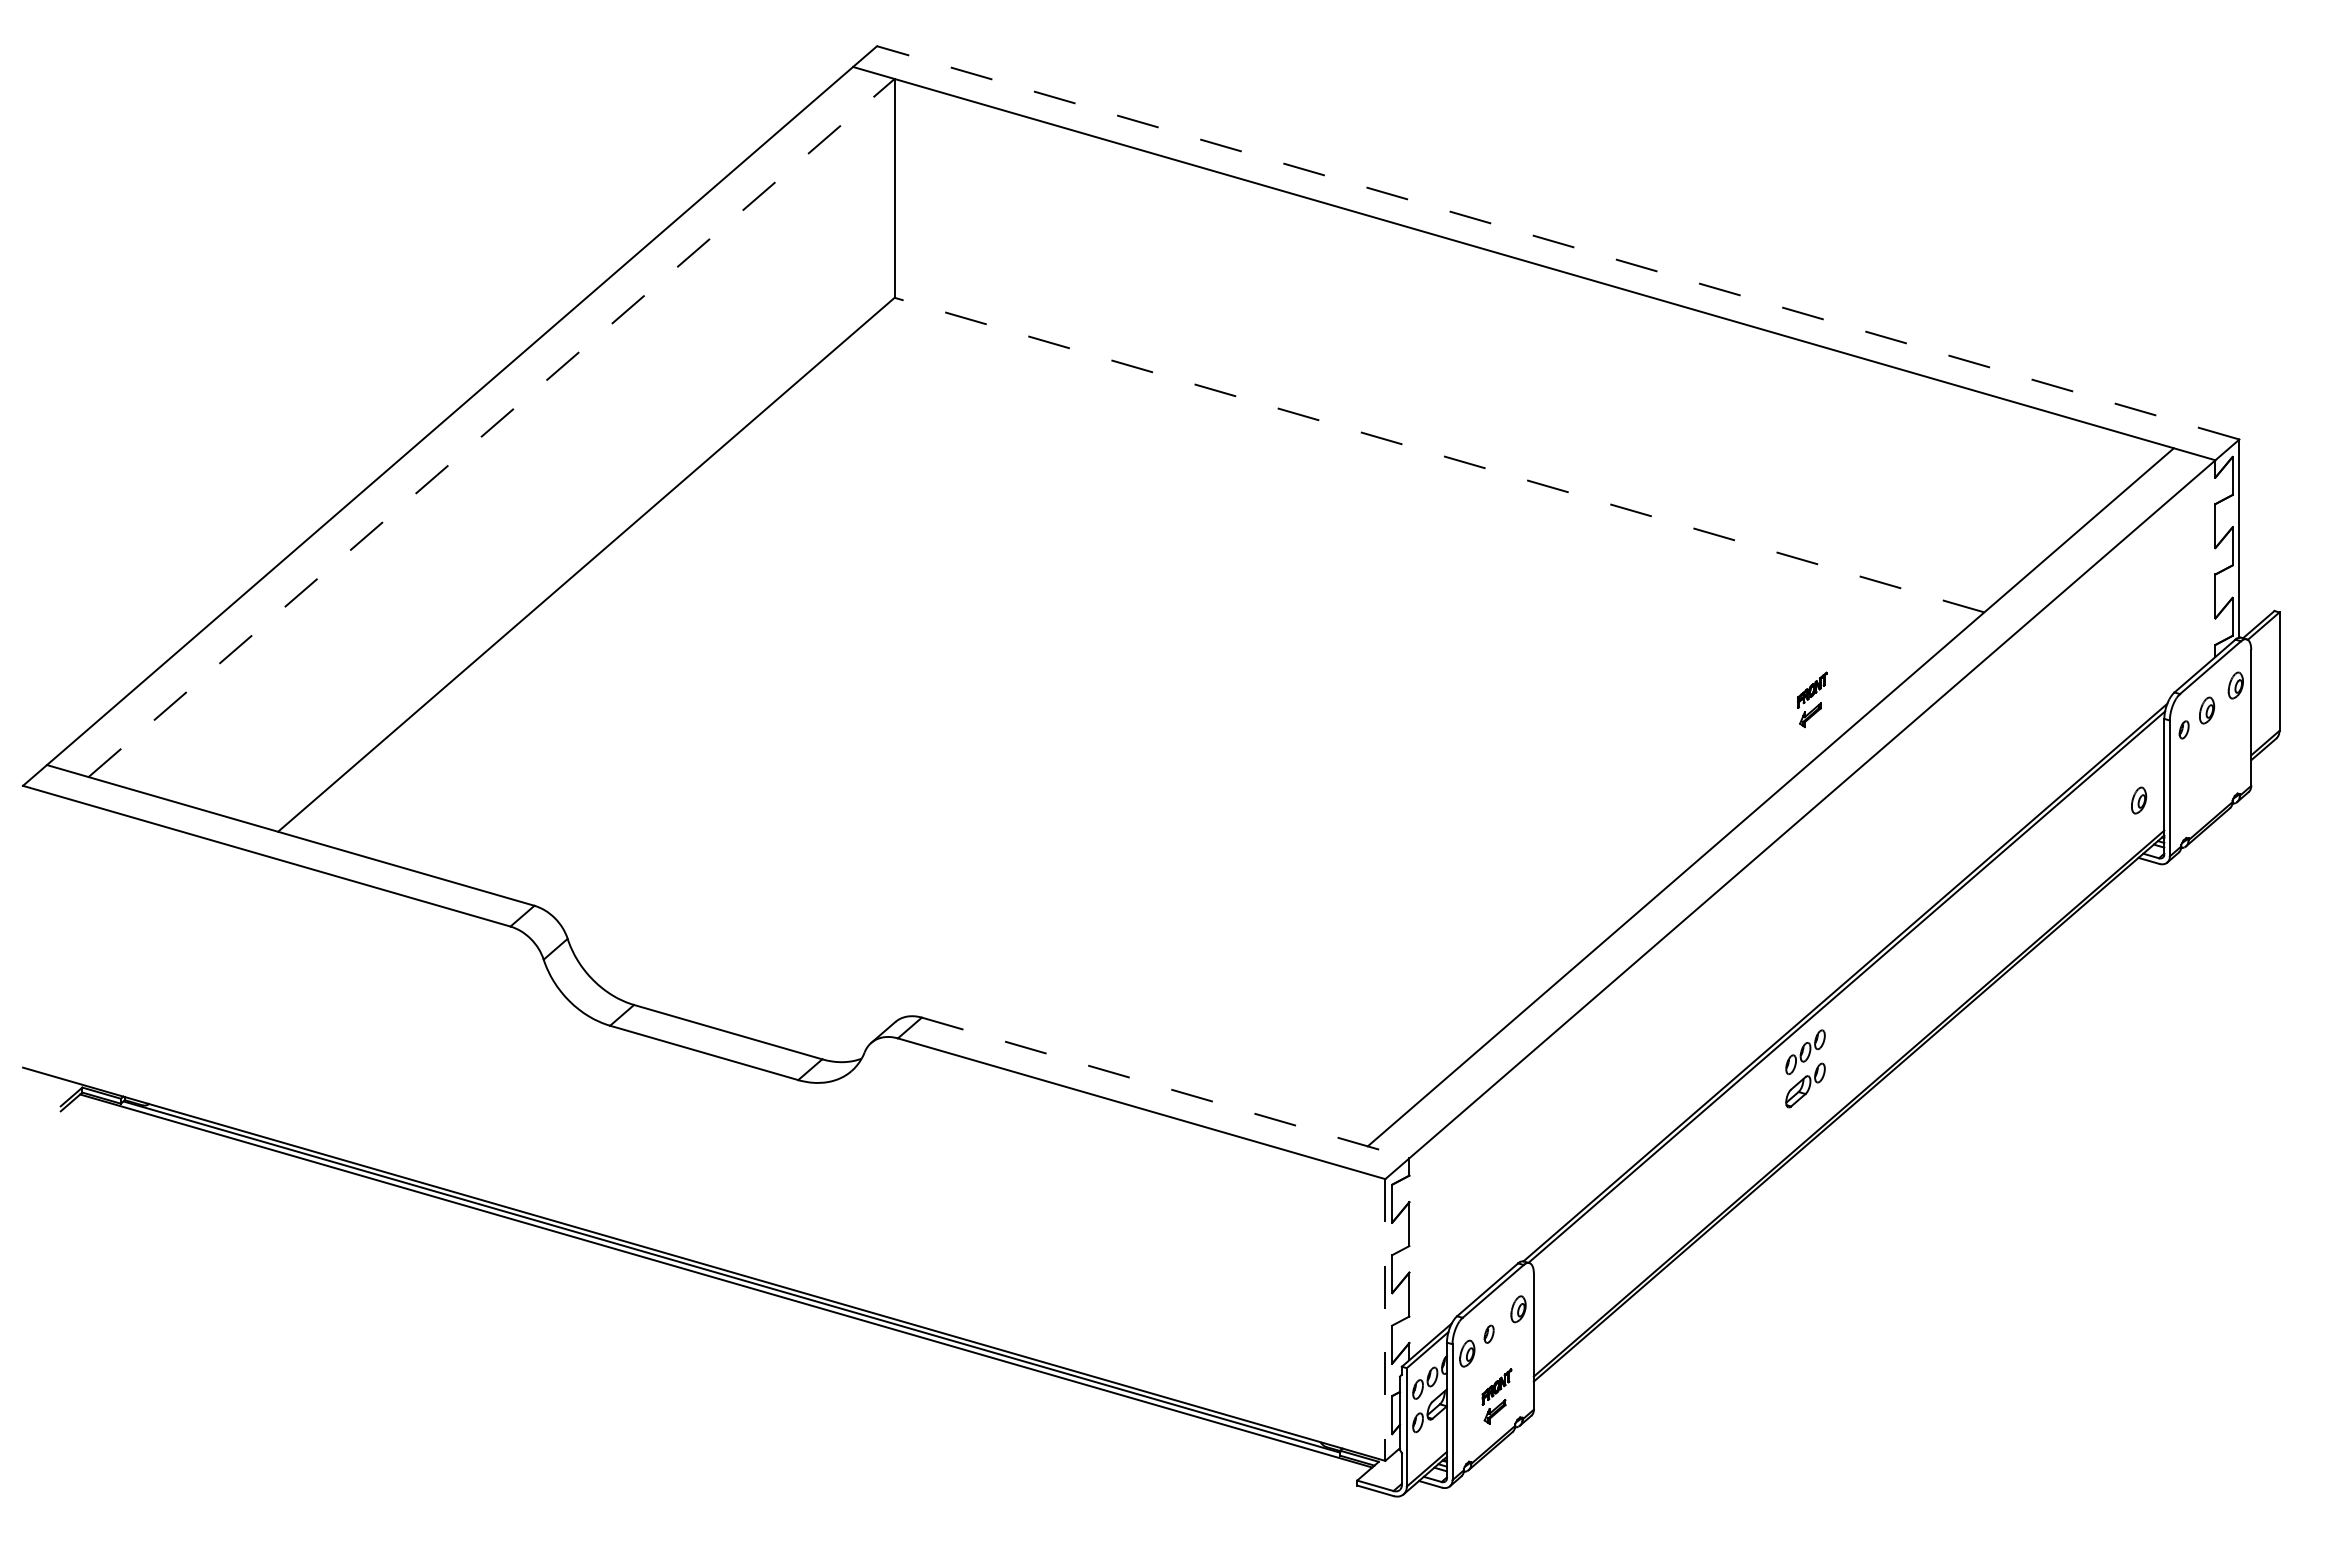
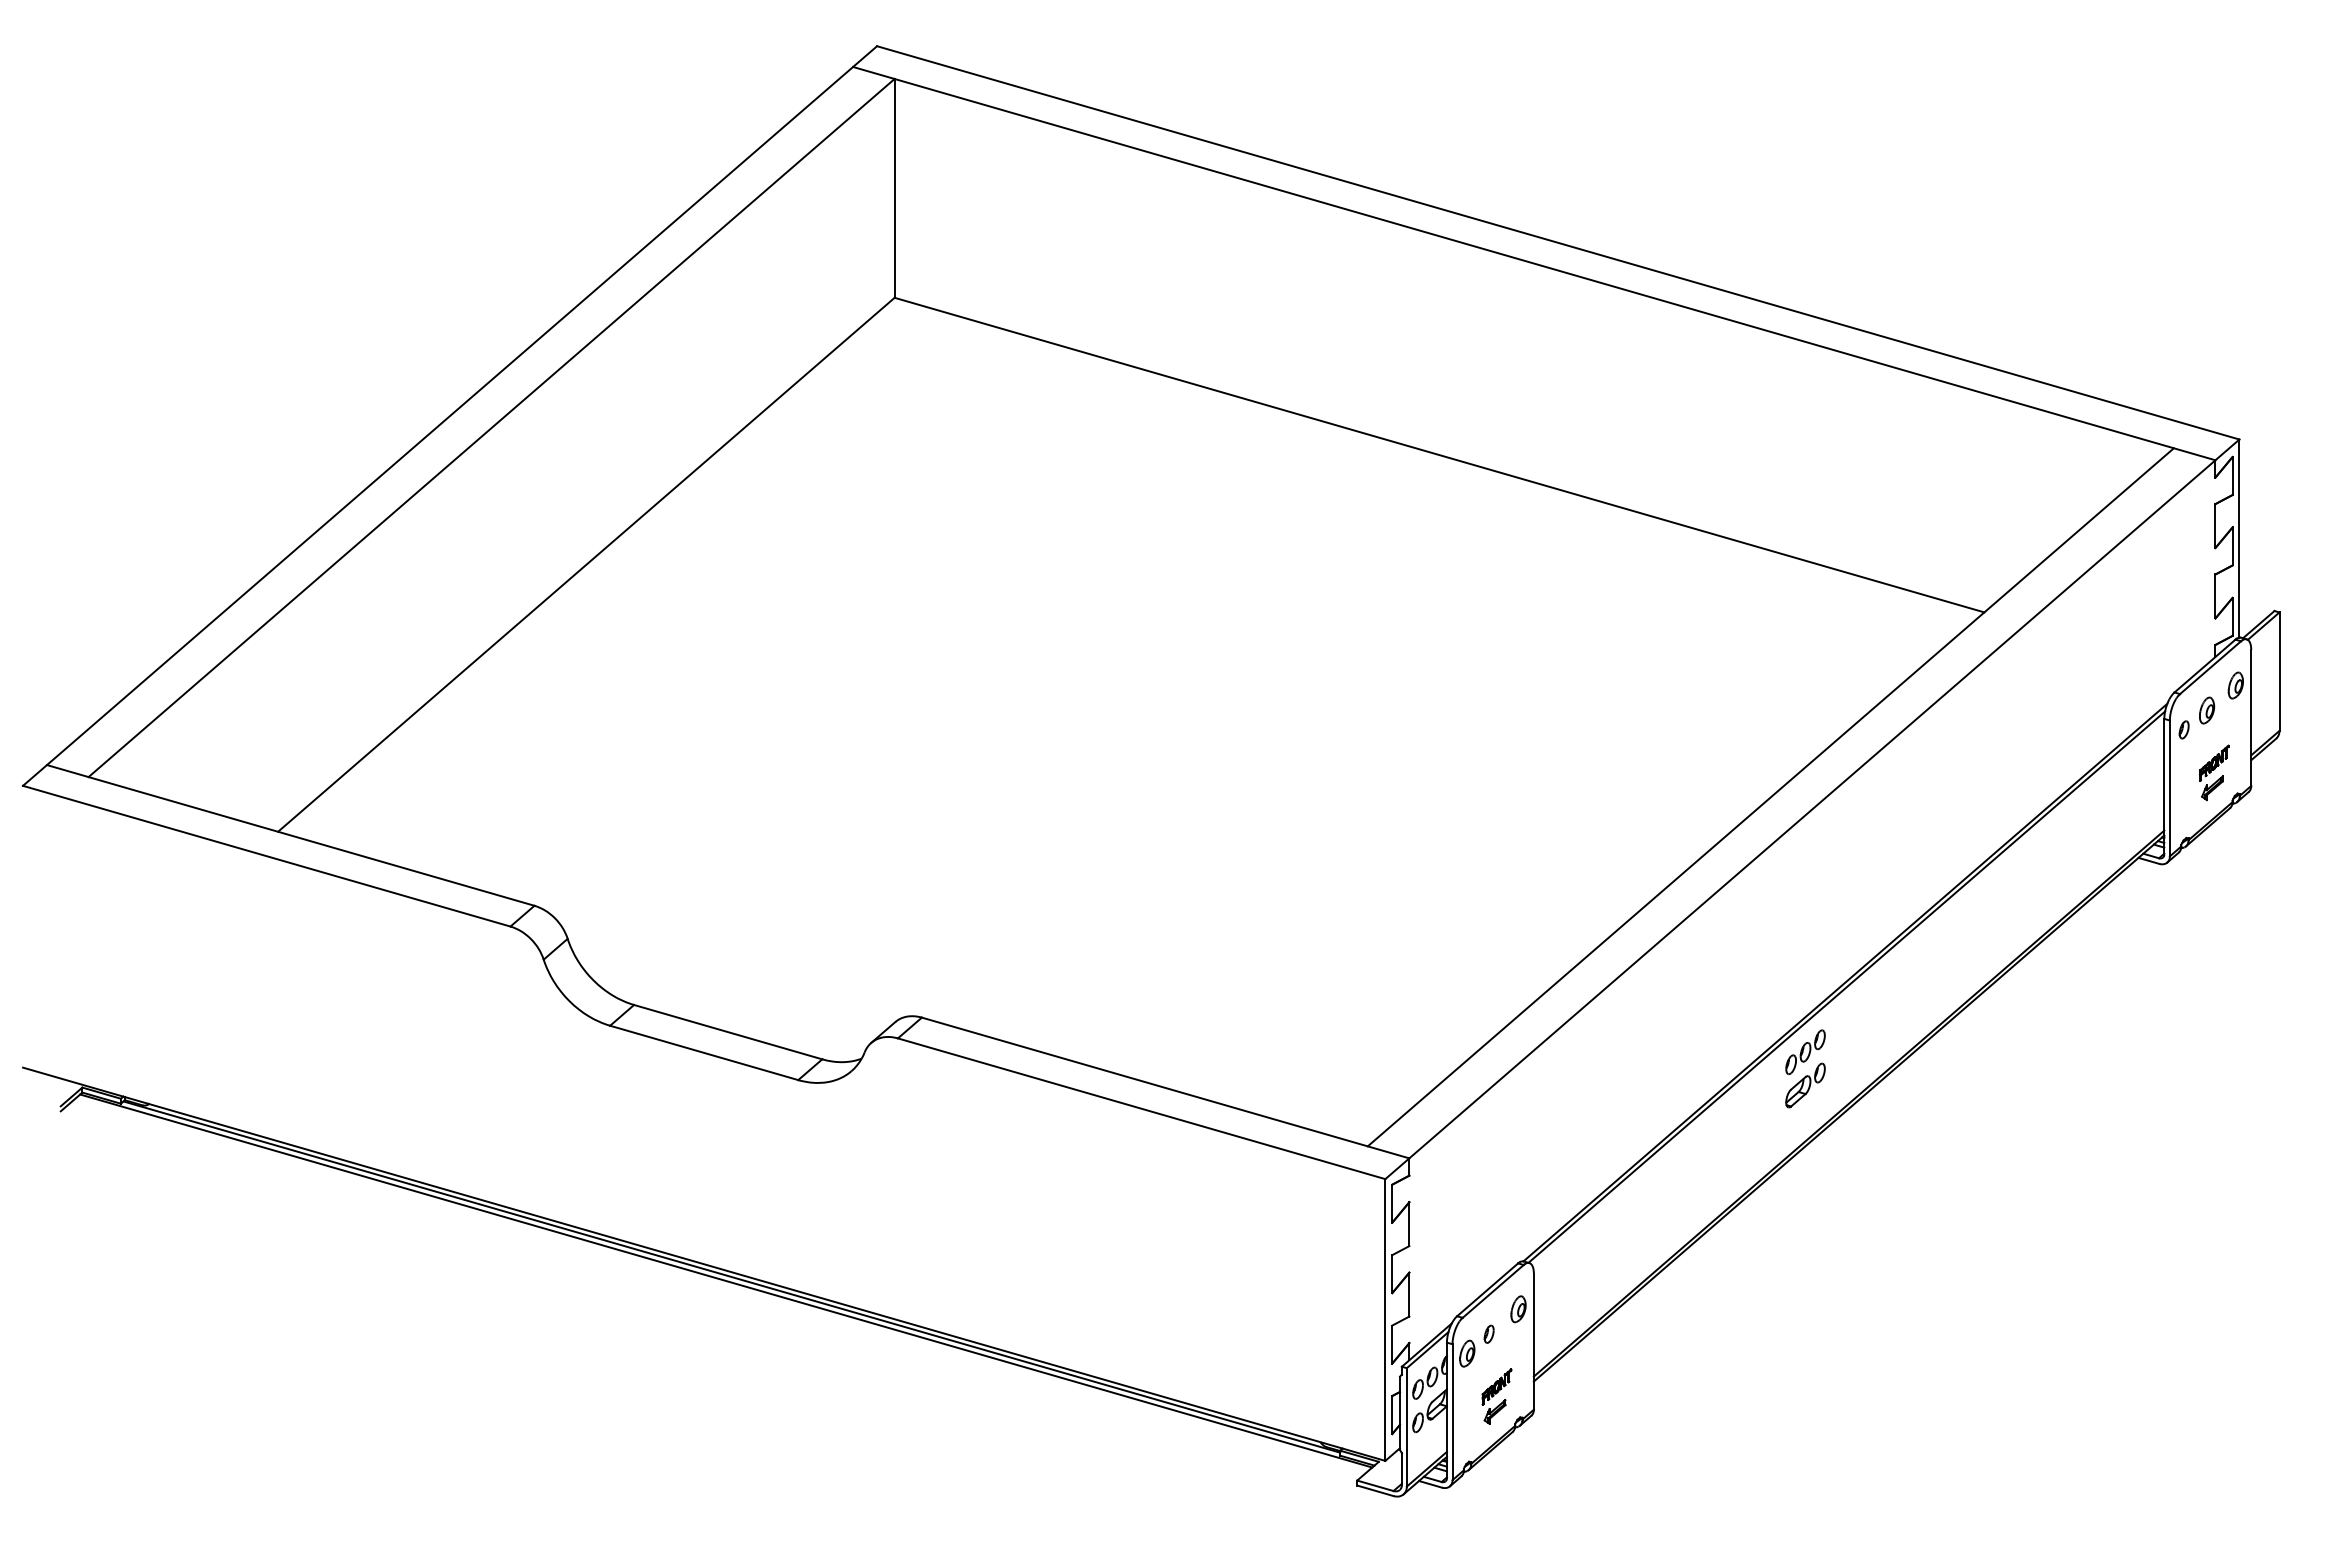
line at (1558, 242): dashed -> solid
line at (492, 427): dashed -> solid
line at (1439, 454): dashed -> solid
part at (1812, 699) position: (1812, 699) -> (2214, 772)
part at (2139, 800): present -> none
line at (1165, 1088): dashed -> solid
line at (1385, 1320): dashed -> solid
